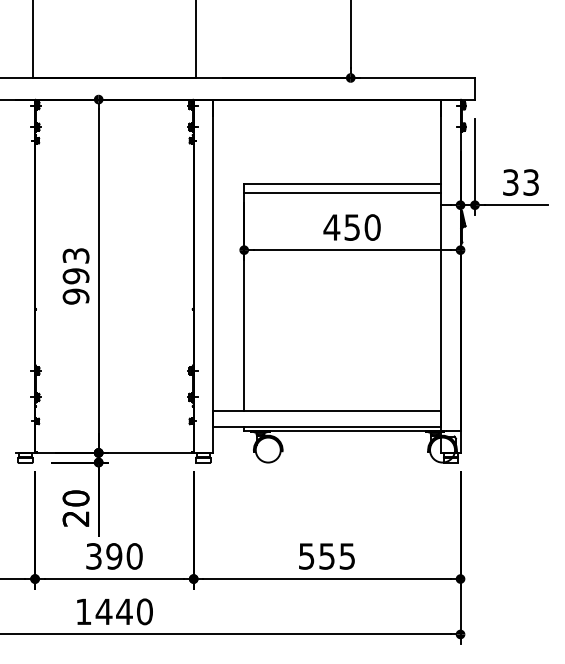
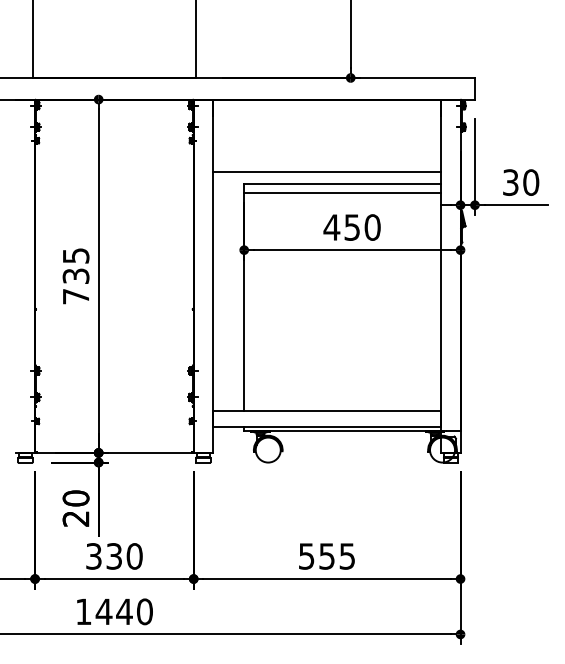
line at (326, 171): none -> present
text at (531, 182): 33 -> 30
text at (75, 276): 993 -> 735
text at (114, 556): 390 -> 330
